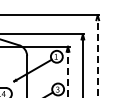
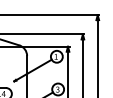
line at (97, 56): dashed -> solid
line at (68, 71): dashed -> solid
